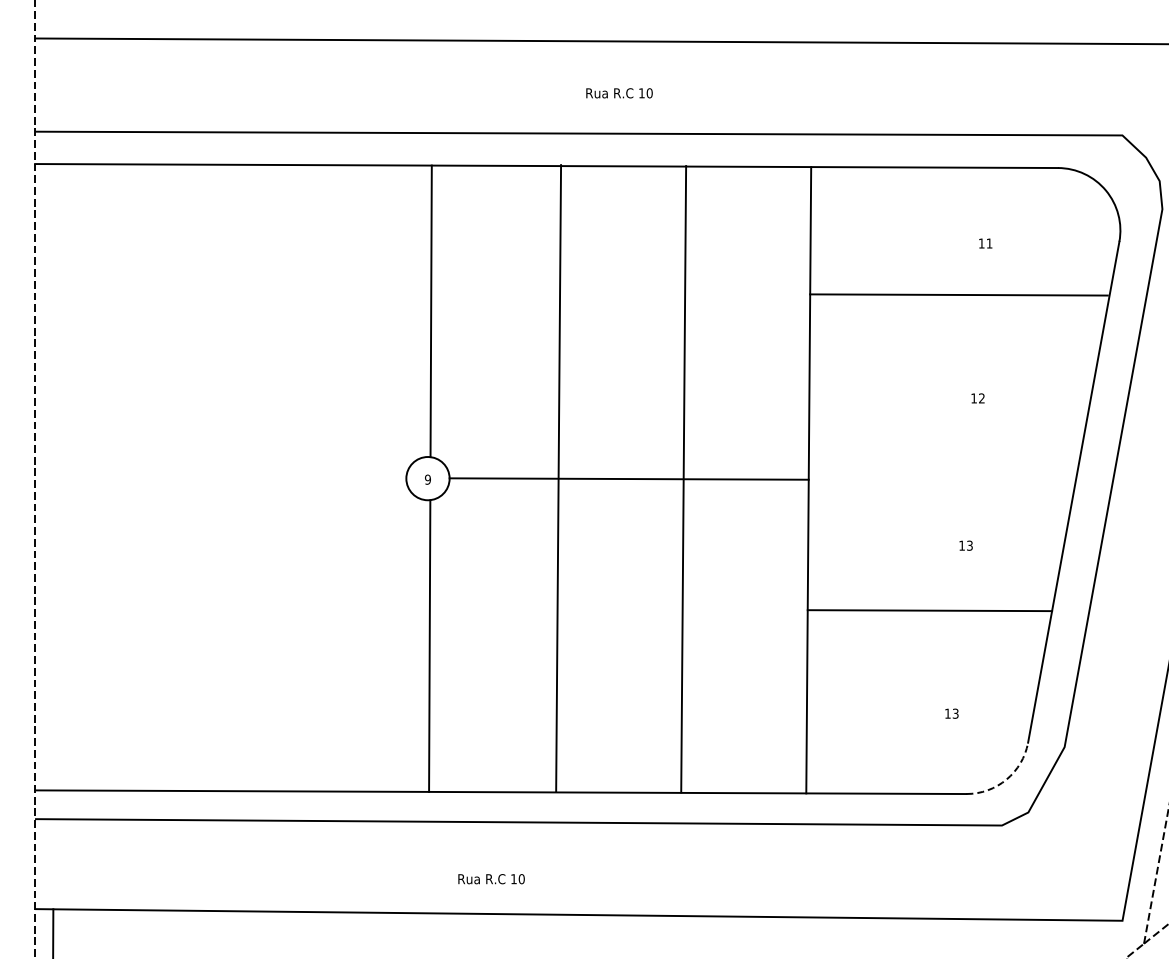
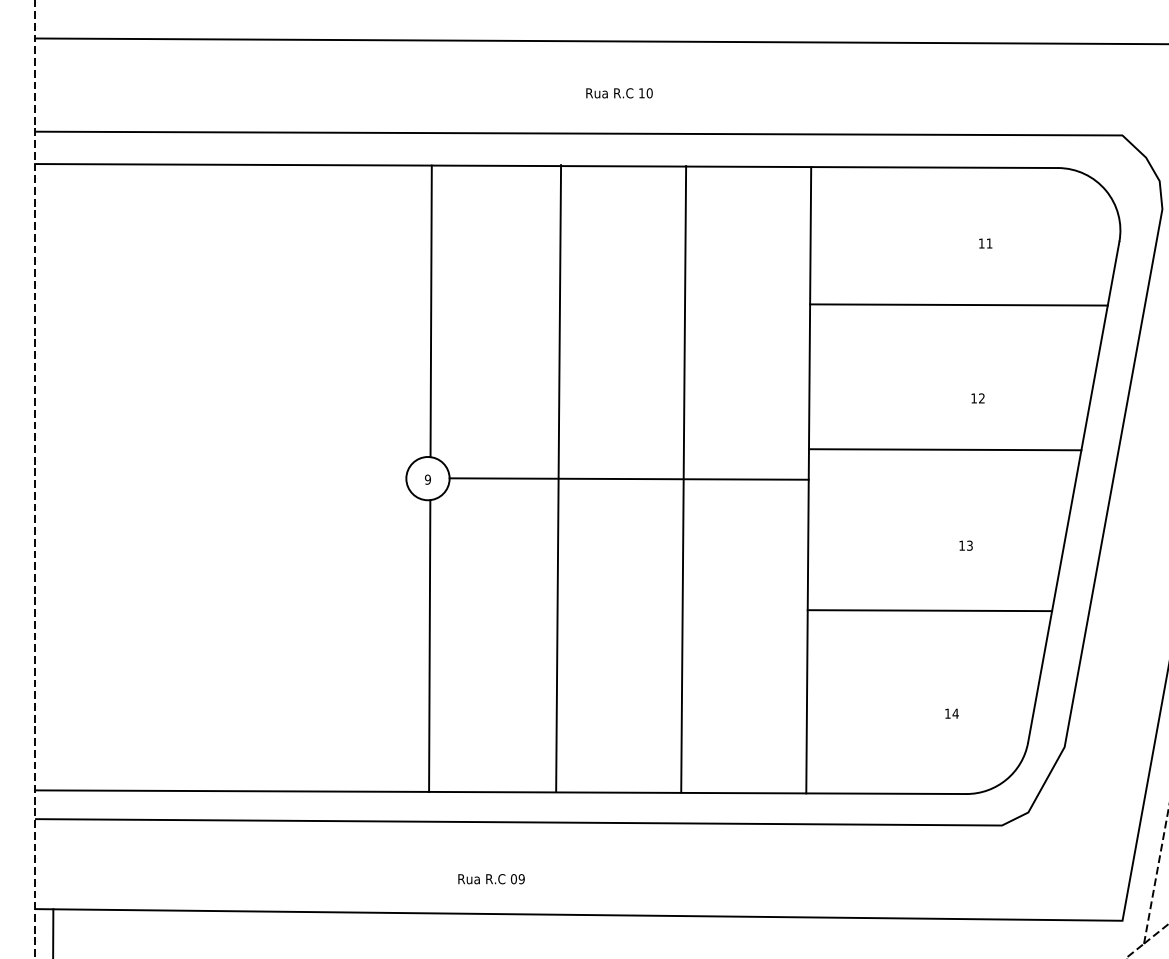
line at (958, 294) position: (958, 294) -> (958, 304)
line at (945, 449): none -> present
text at (955, 713): 13 -> 14
arc at (1006, 779): dashed -> solid
text at (517, 879): 10 -> 09
